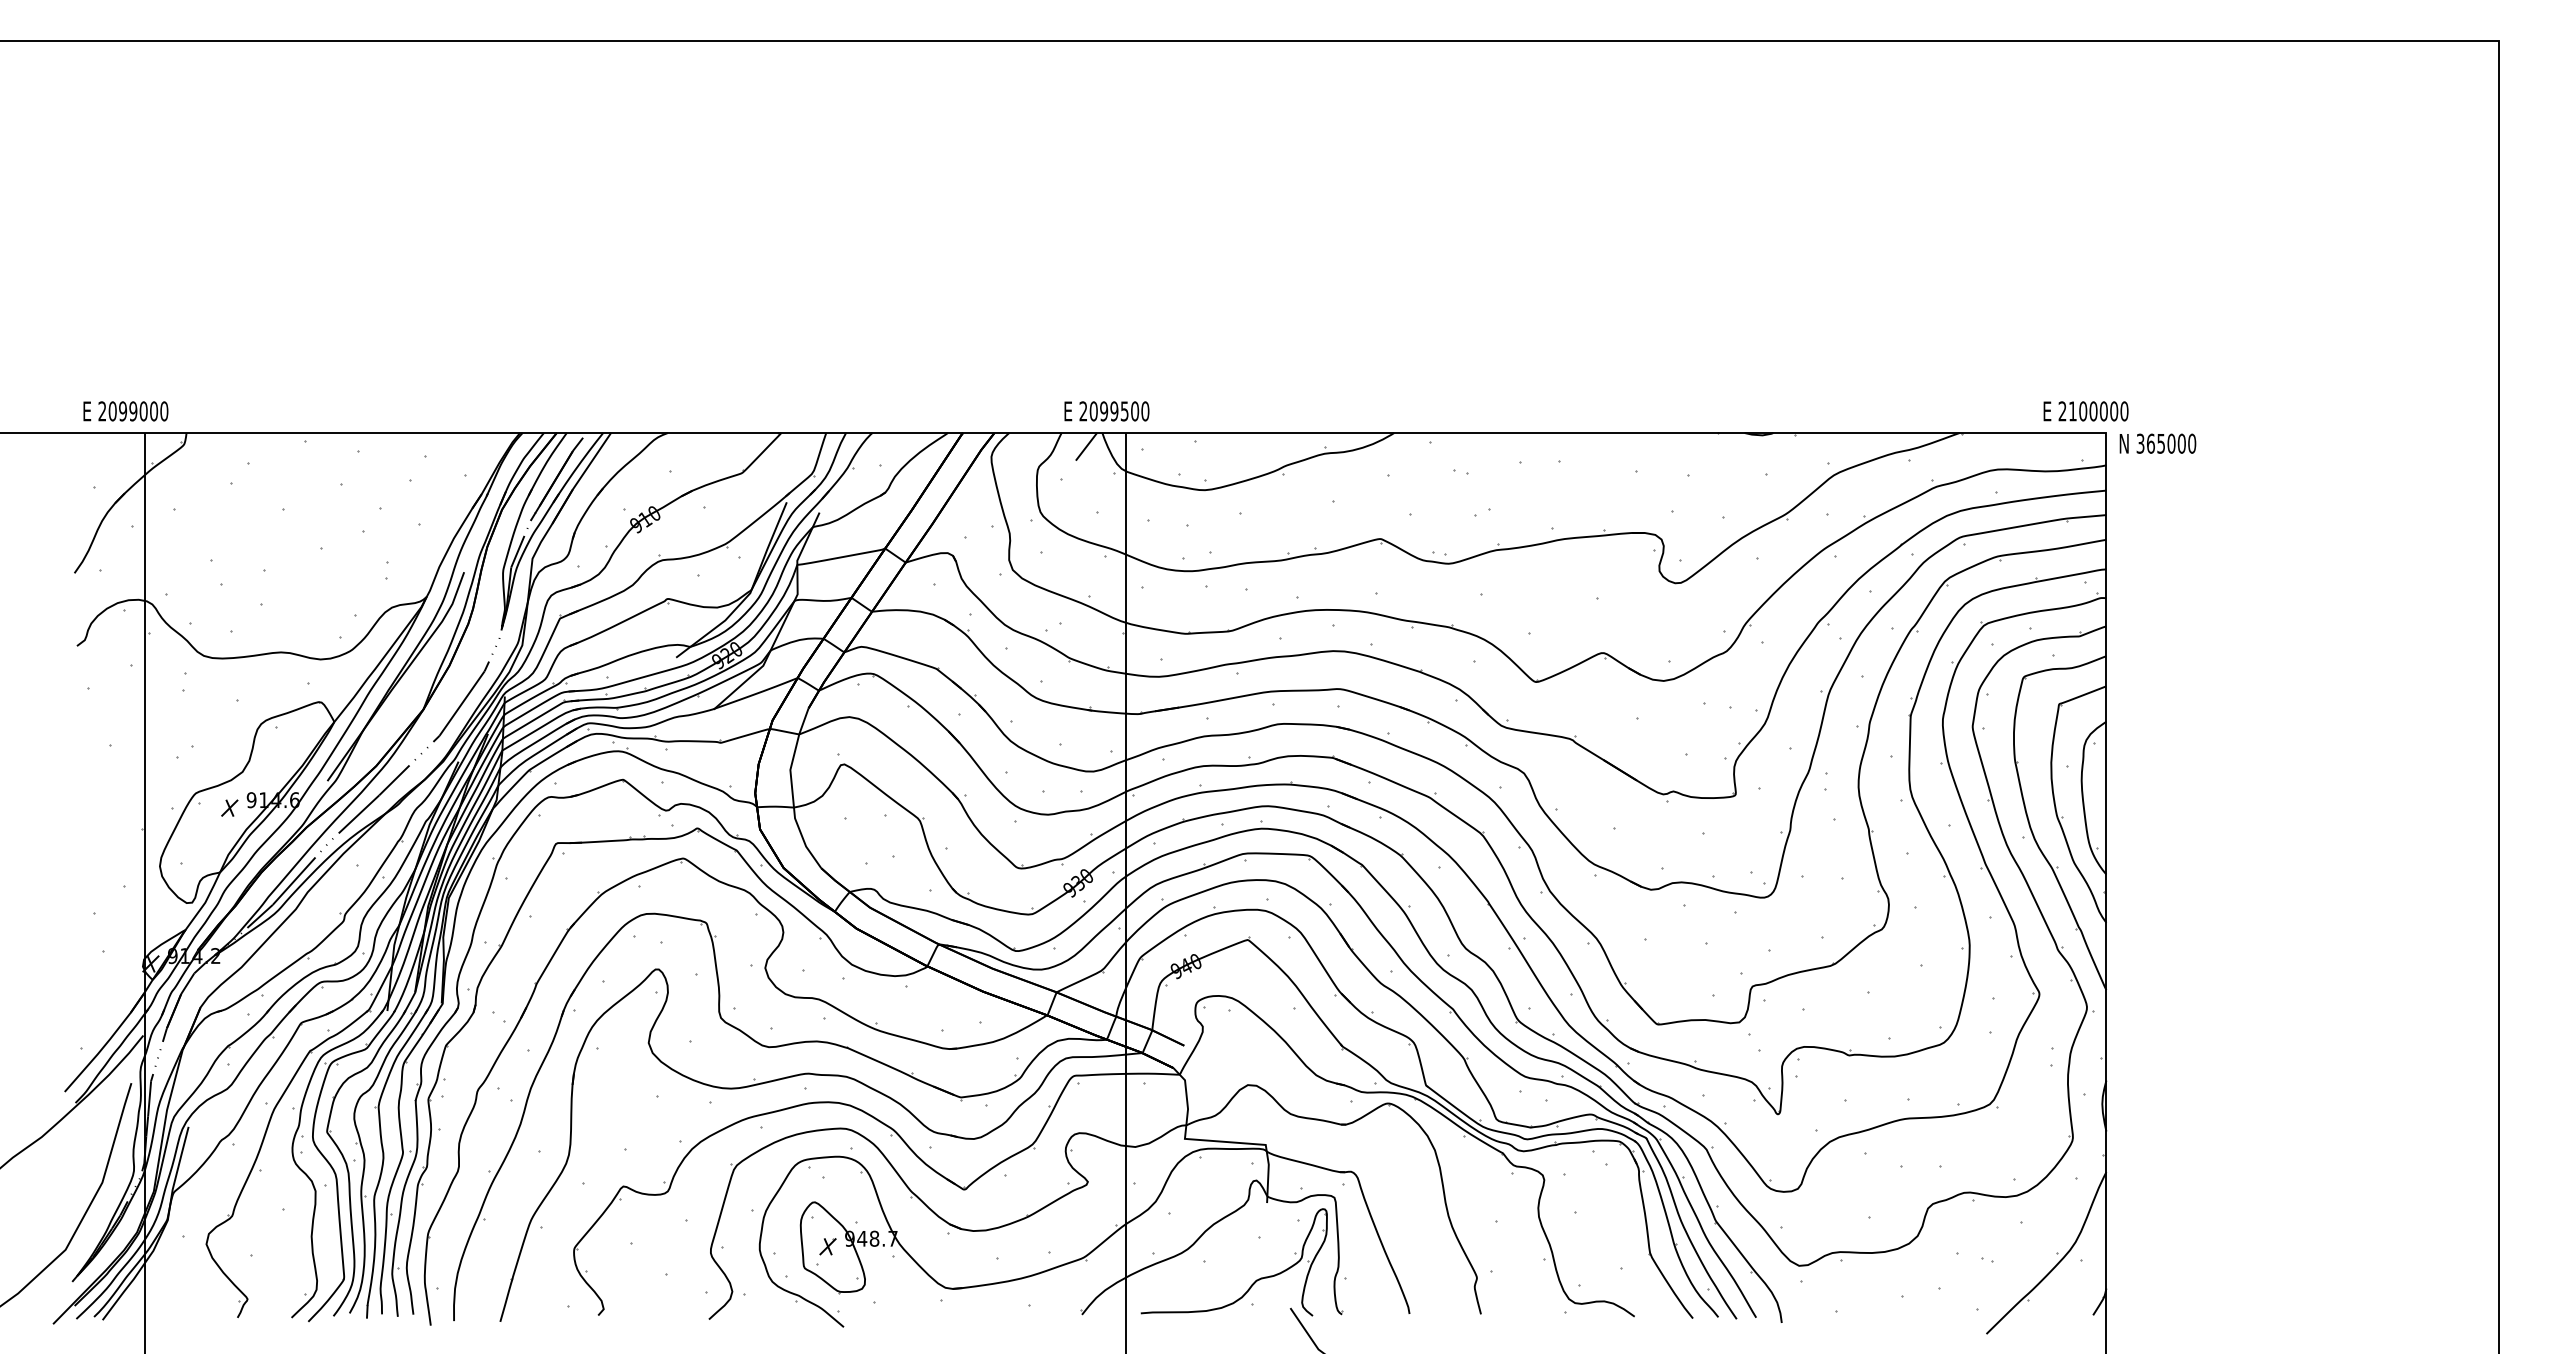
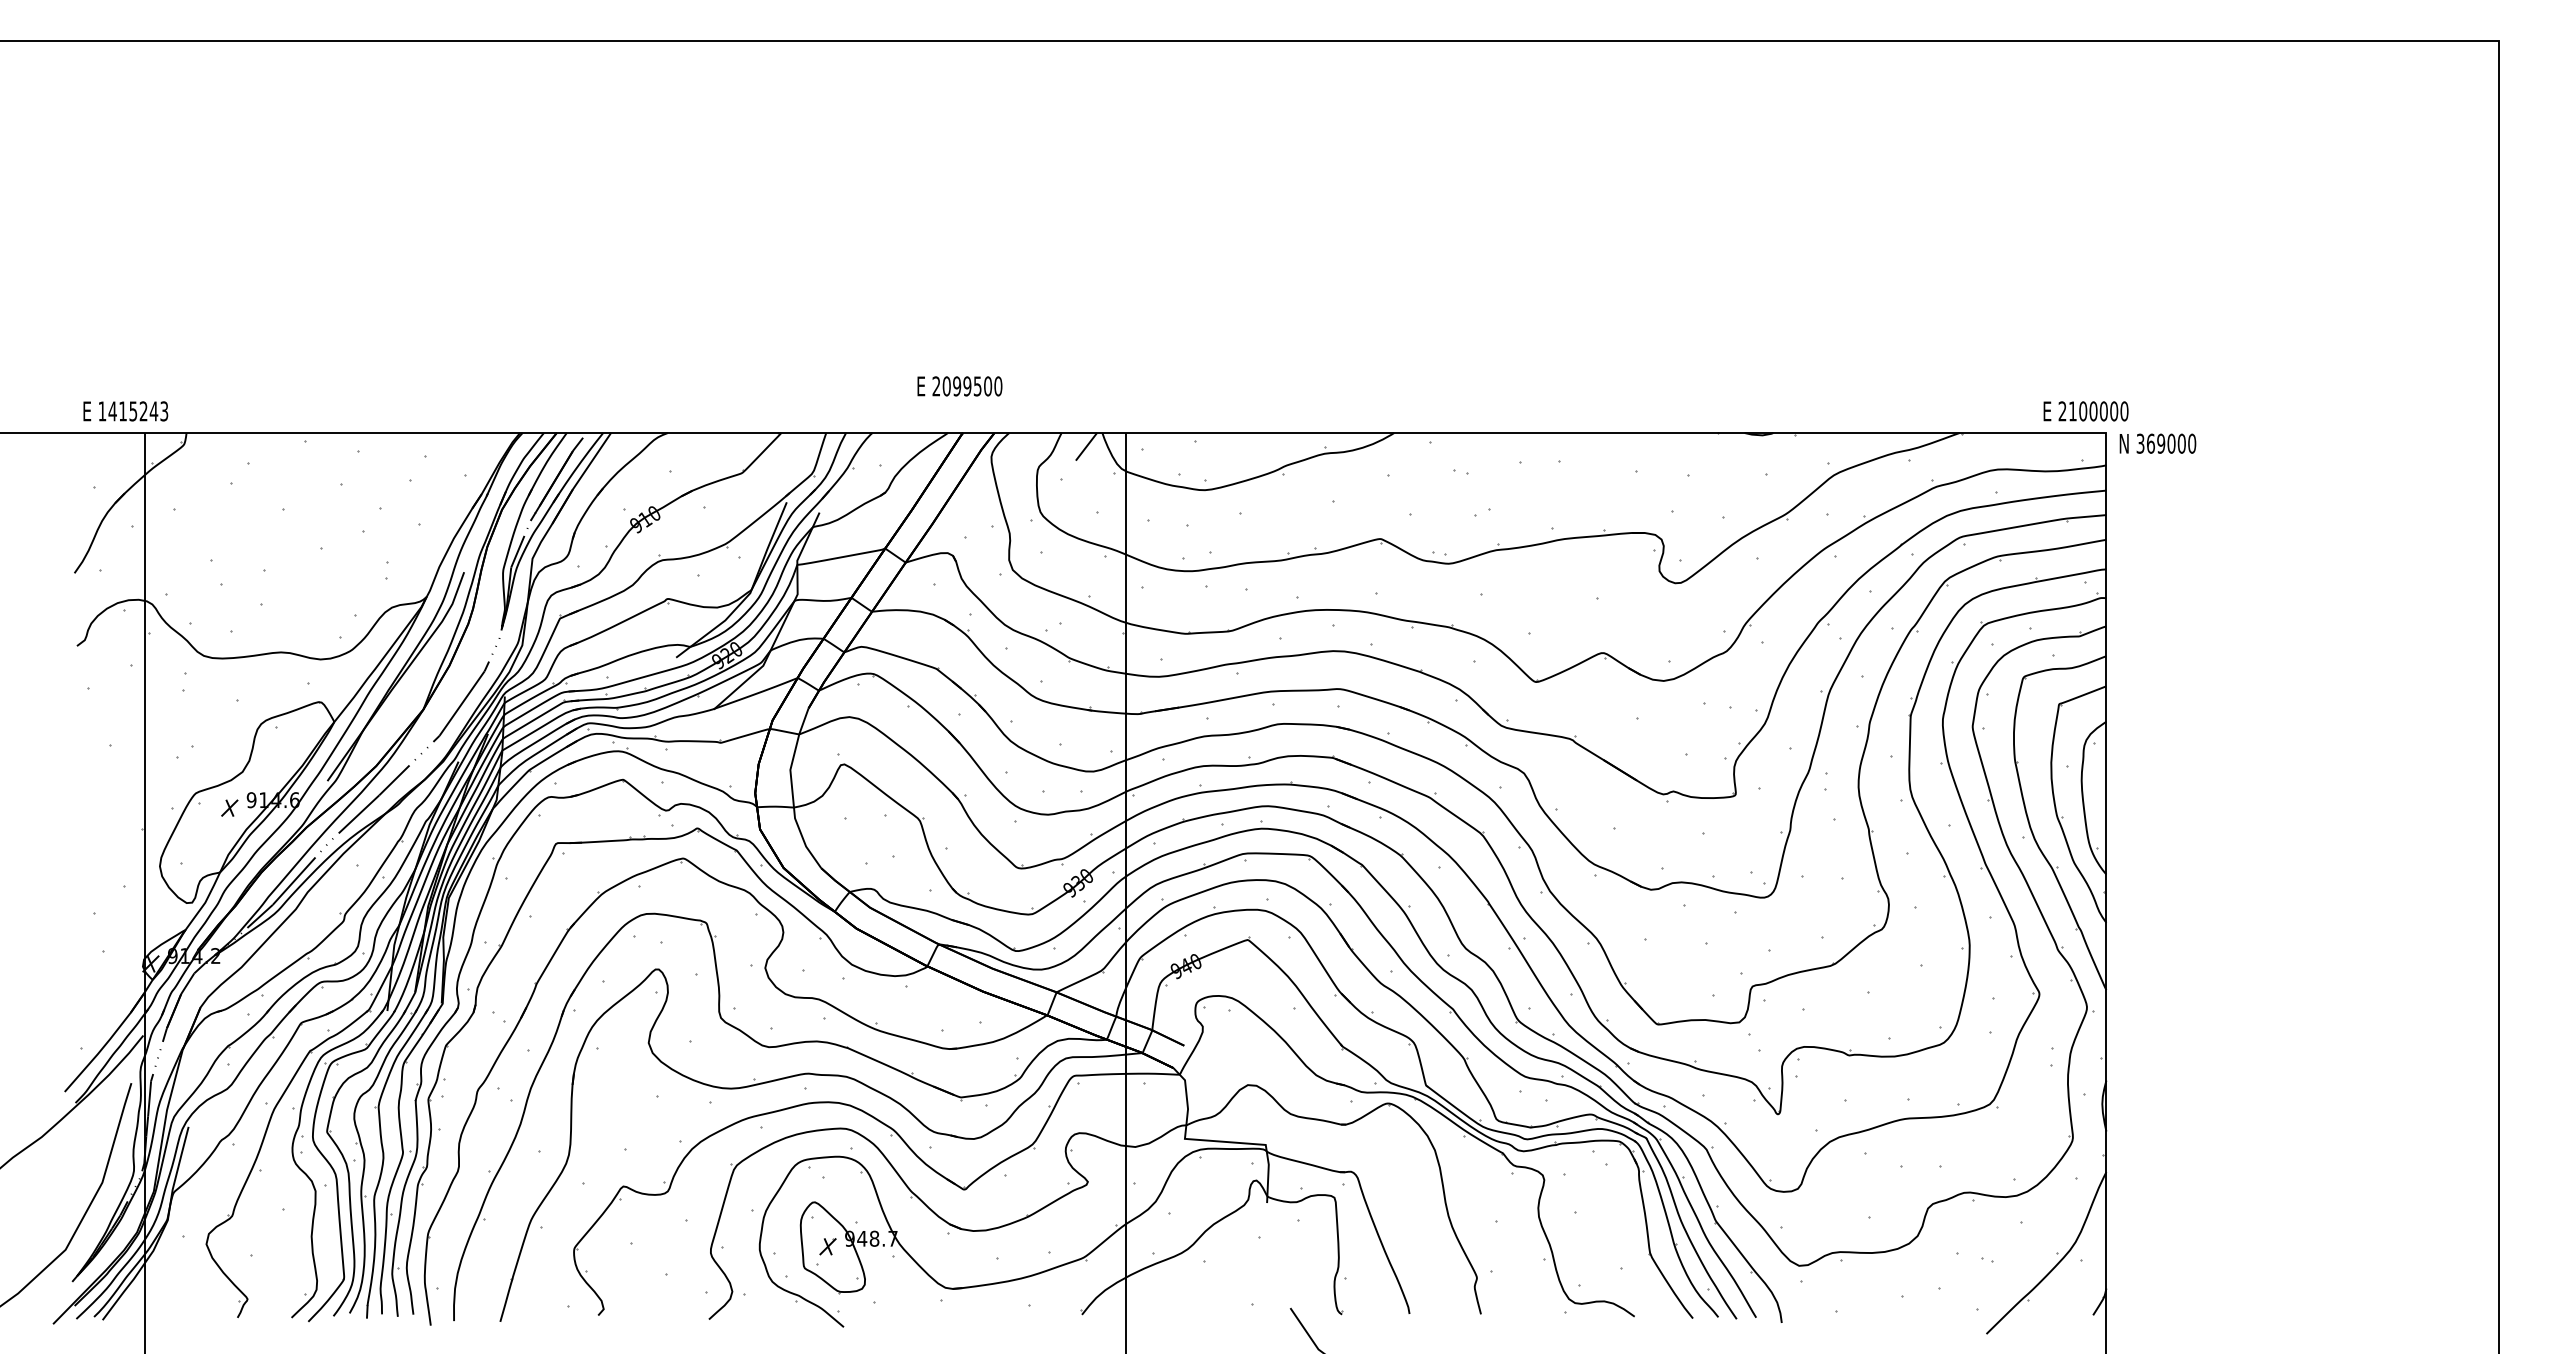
text at (133, 411): 2099000 -> 1415243
text at (1106, 411) position: (1106, 411) -> (959, 386)
text at (2161, 443): 365000 -> 369000
part at (1253, 1282): present -> none
